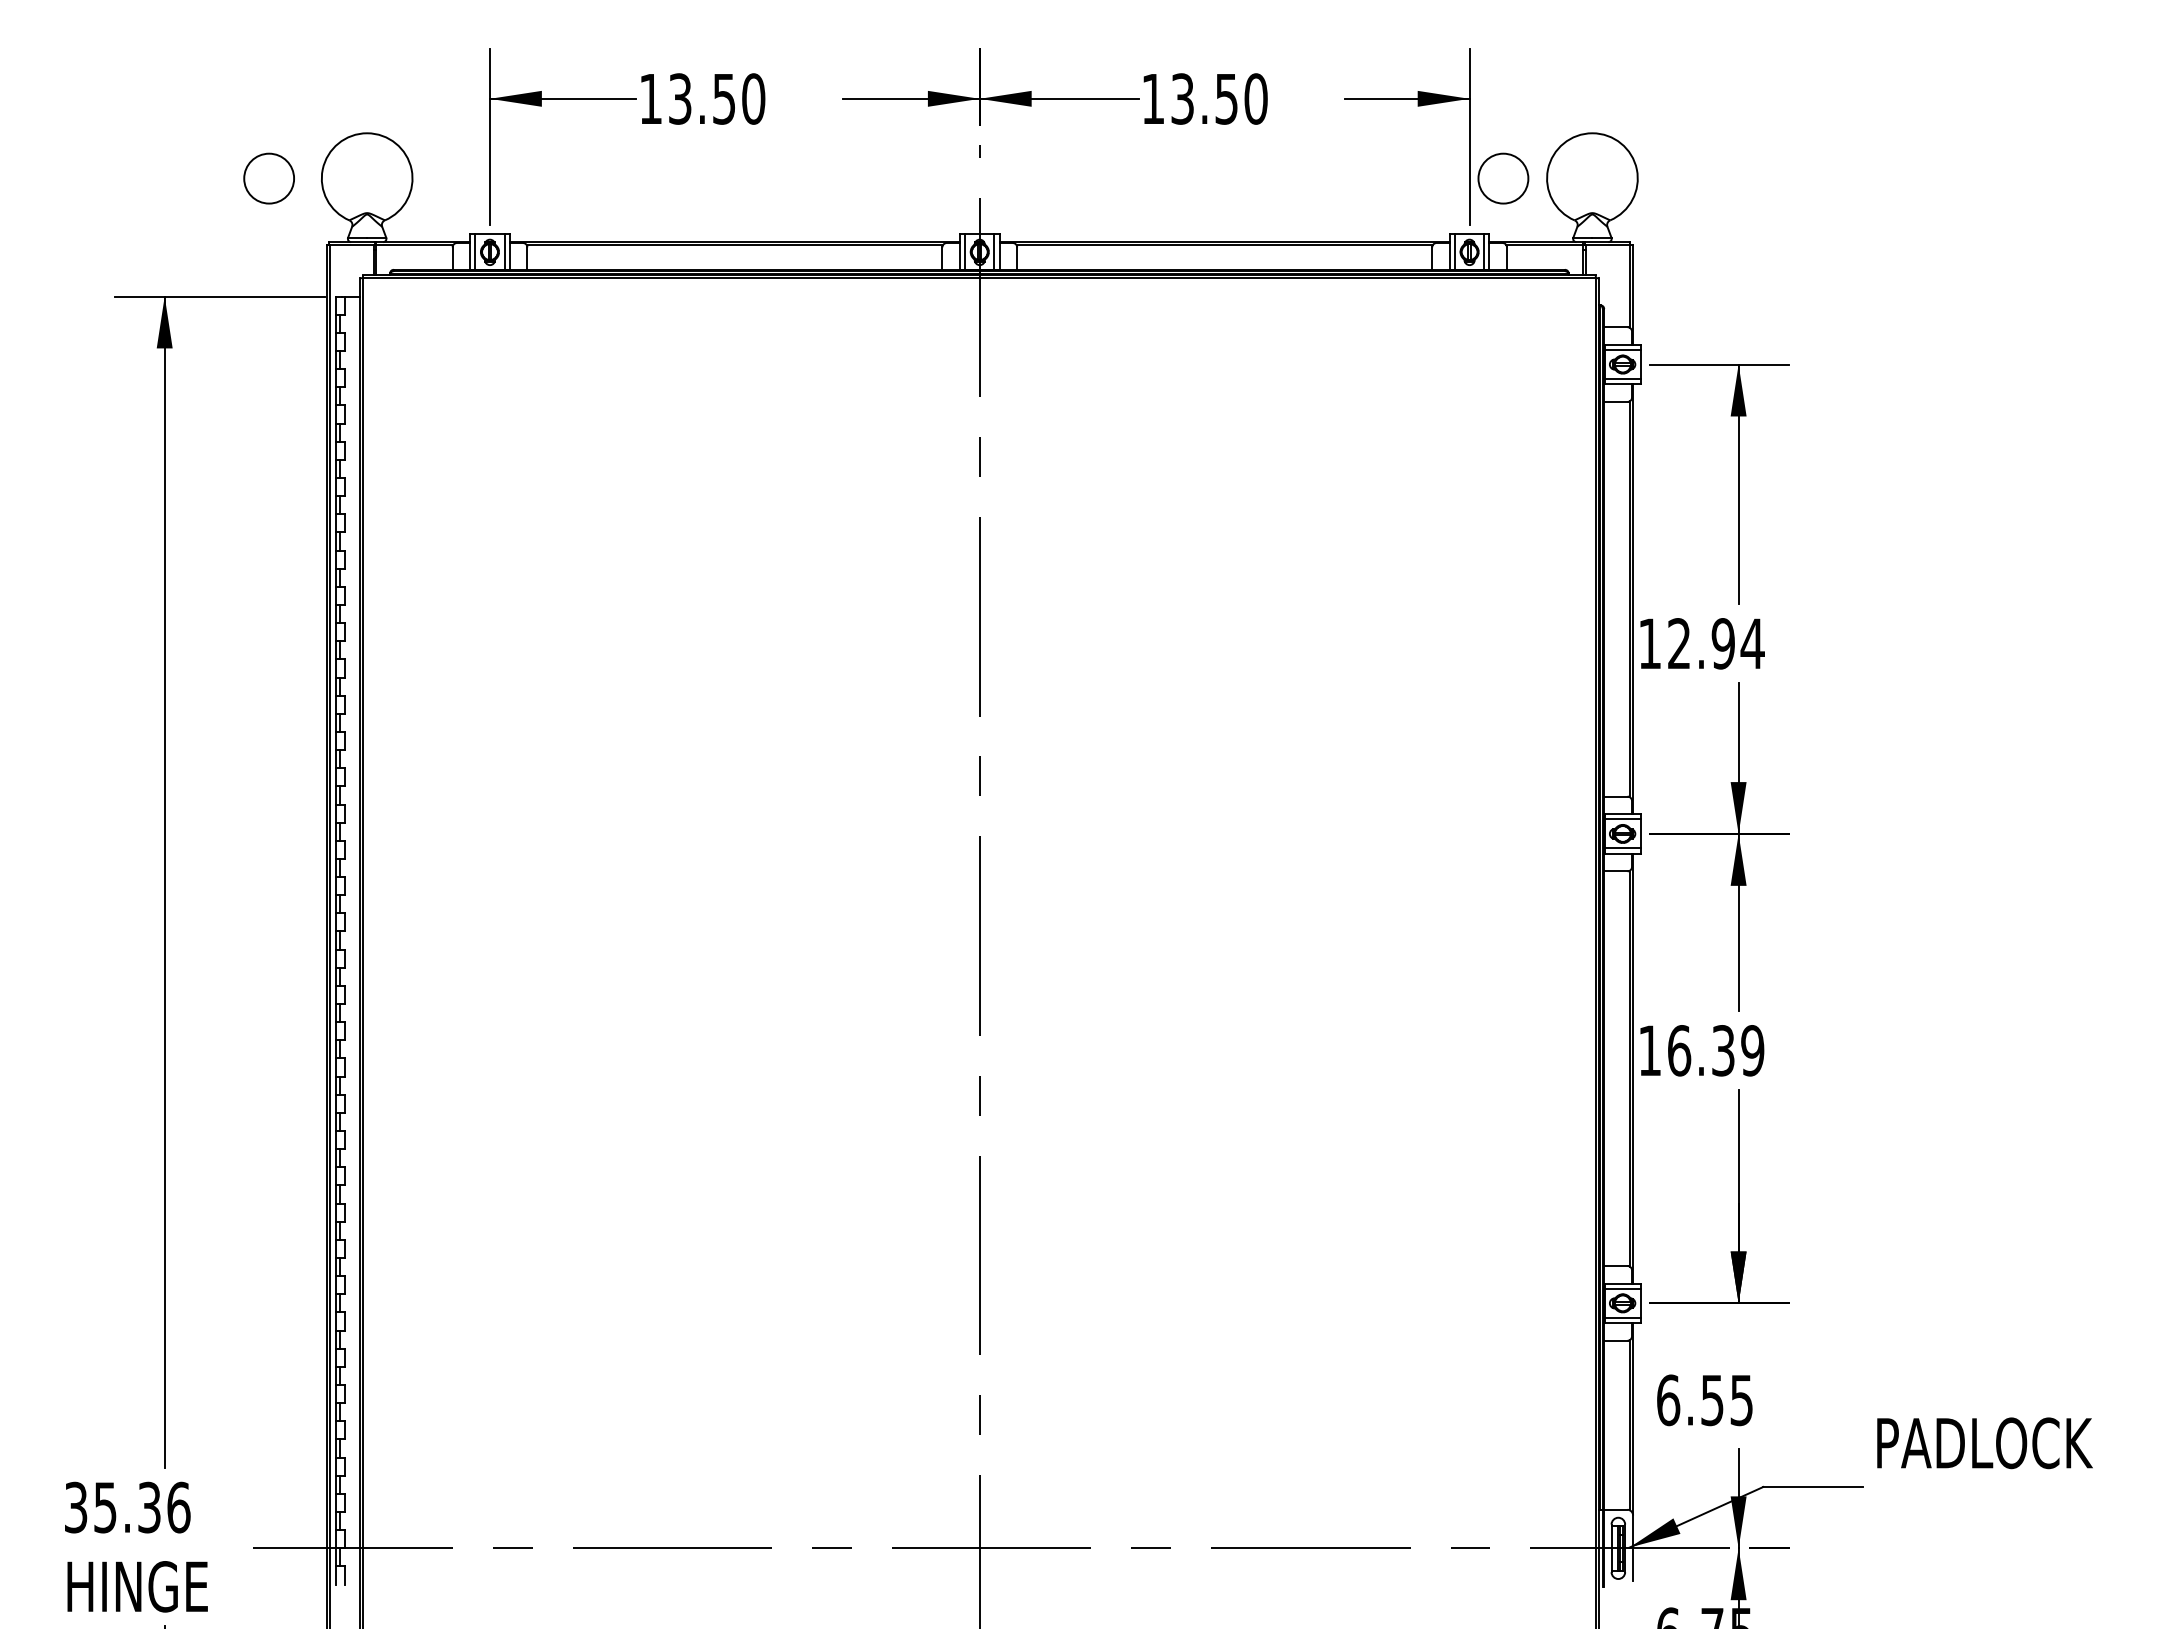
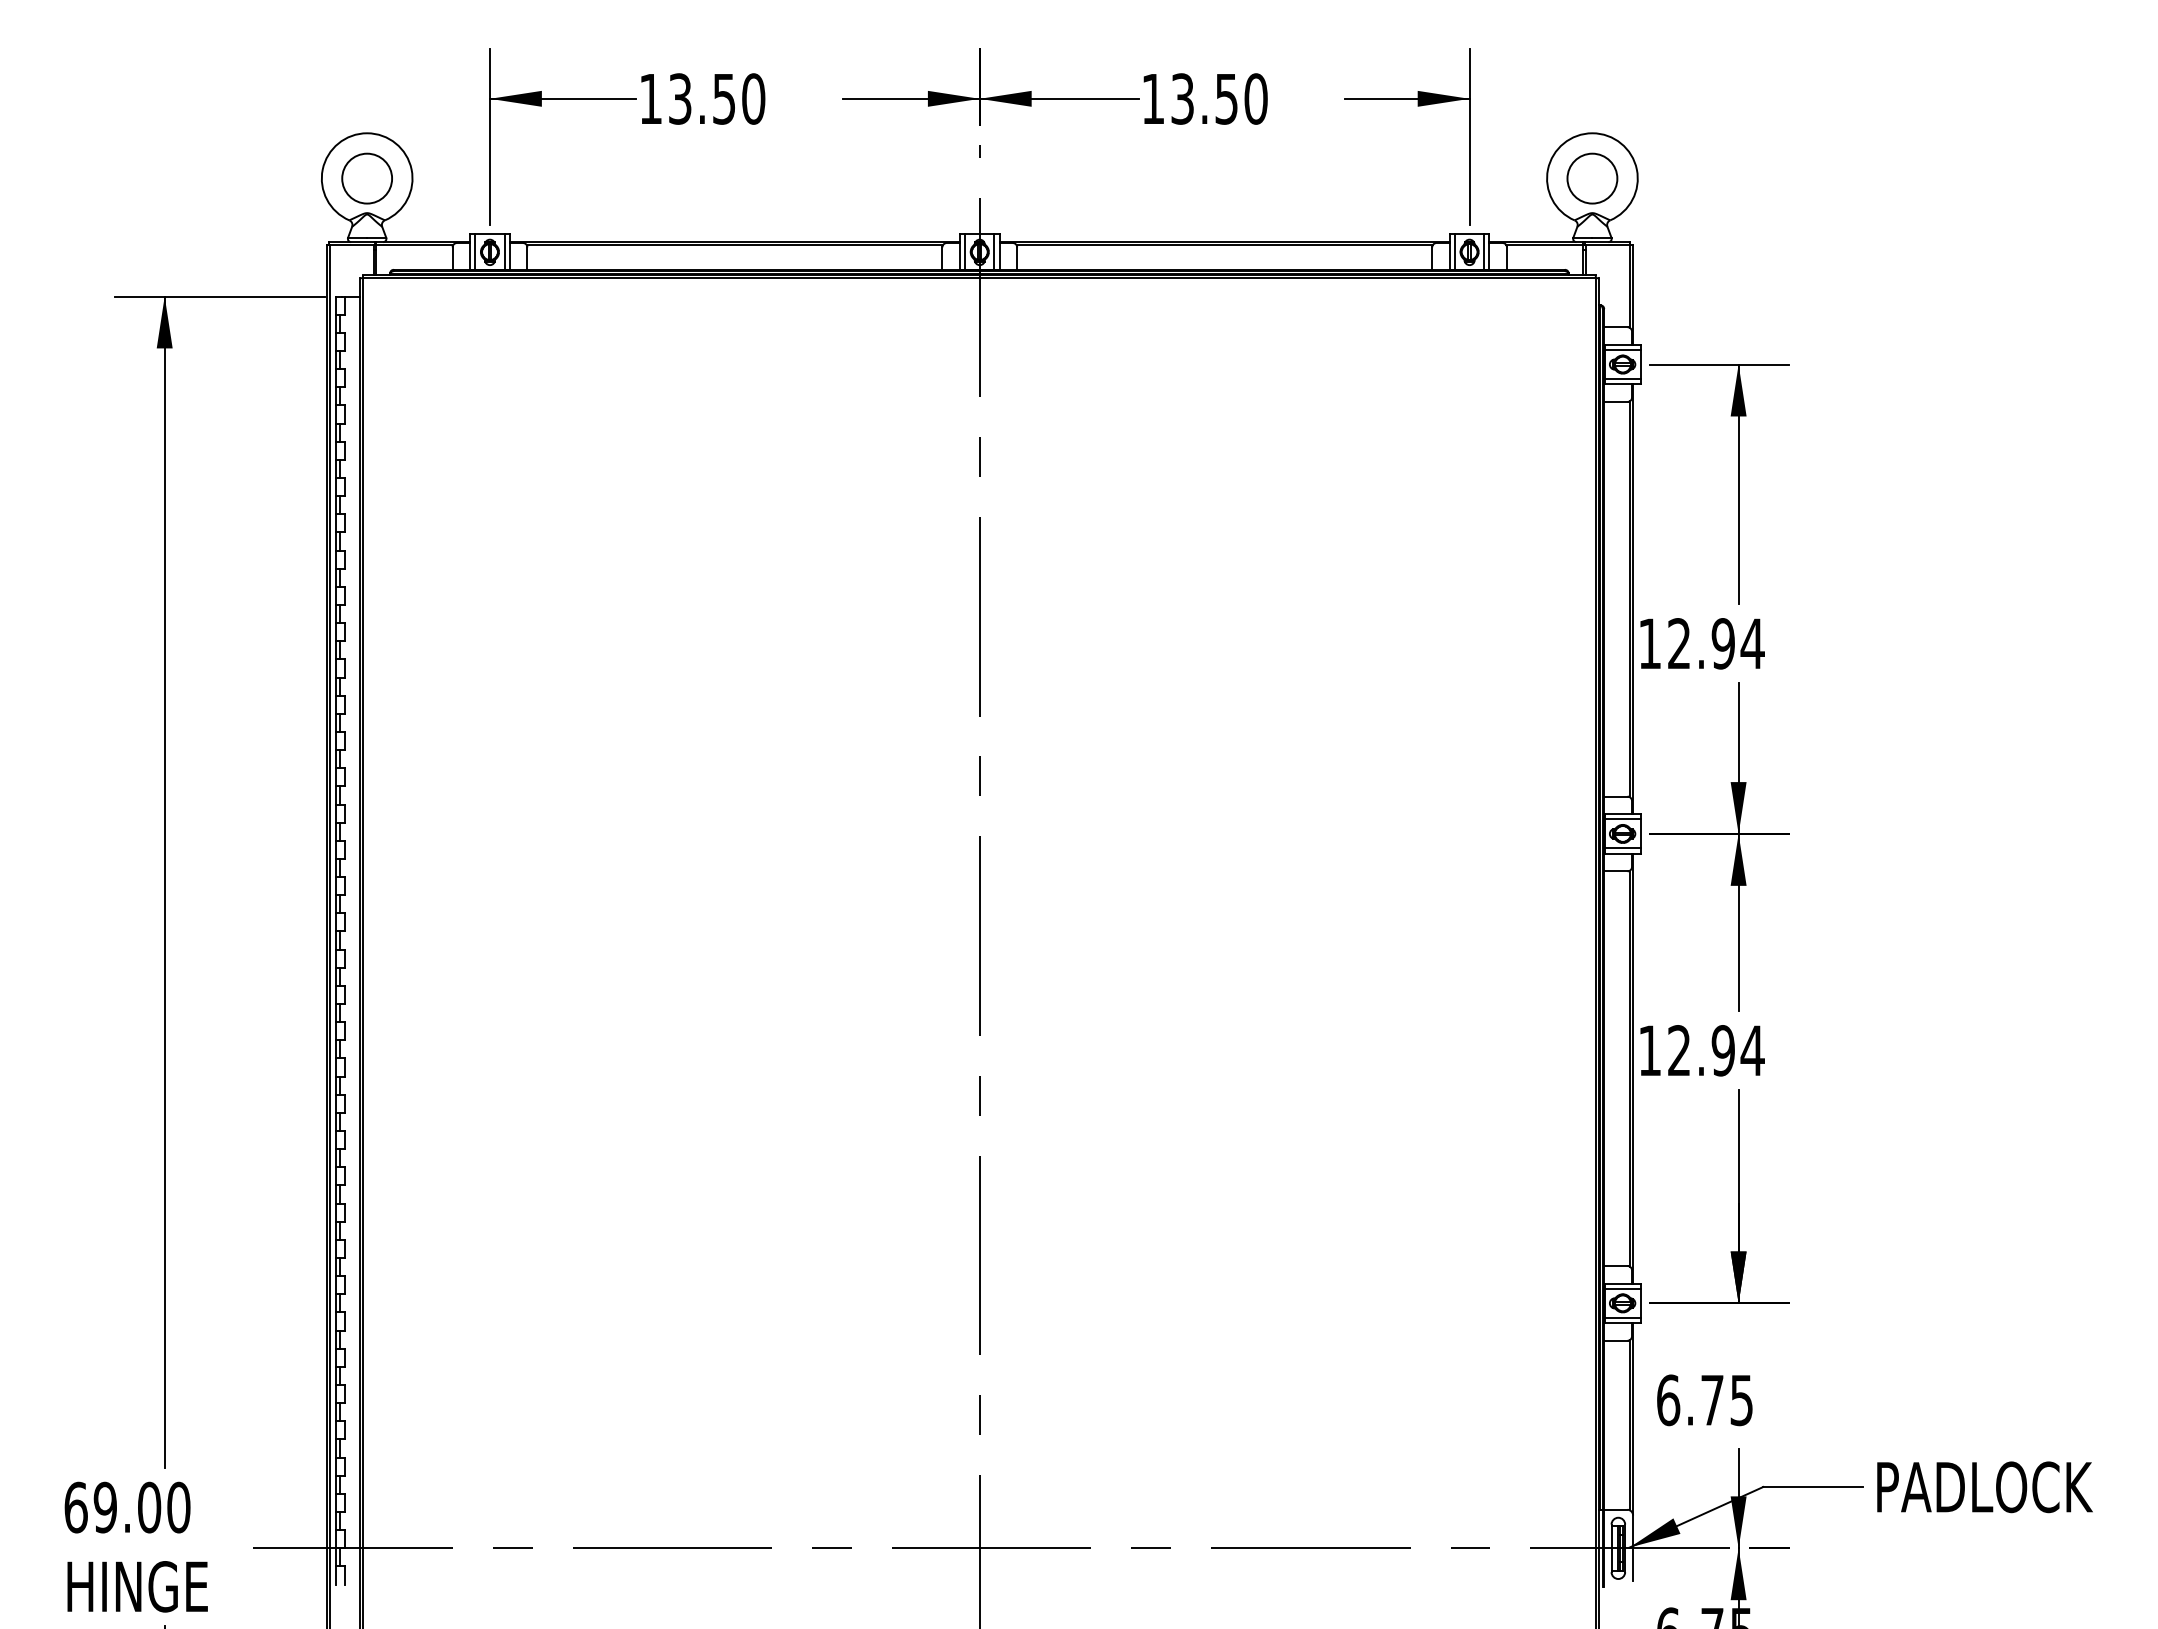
circle at (268, 178) position: (268, 178) -> (366, 178)
circle at (1503, 178) position: (1503, 178) -> (1592, 178)
text at (1716, 1050): 16.39 -> 12.94
text at (1712, 1400): 6.55 -> 6.75
text at (1984, 1443) position: (1984, 1443) -> (1984, 1487)
text at (127, 1507): 35.36 -> 69.00
